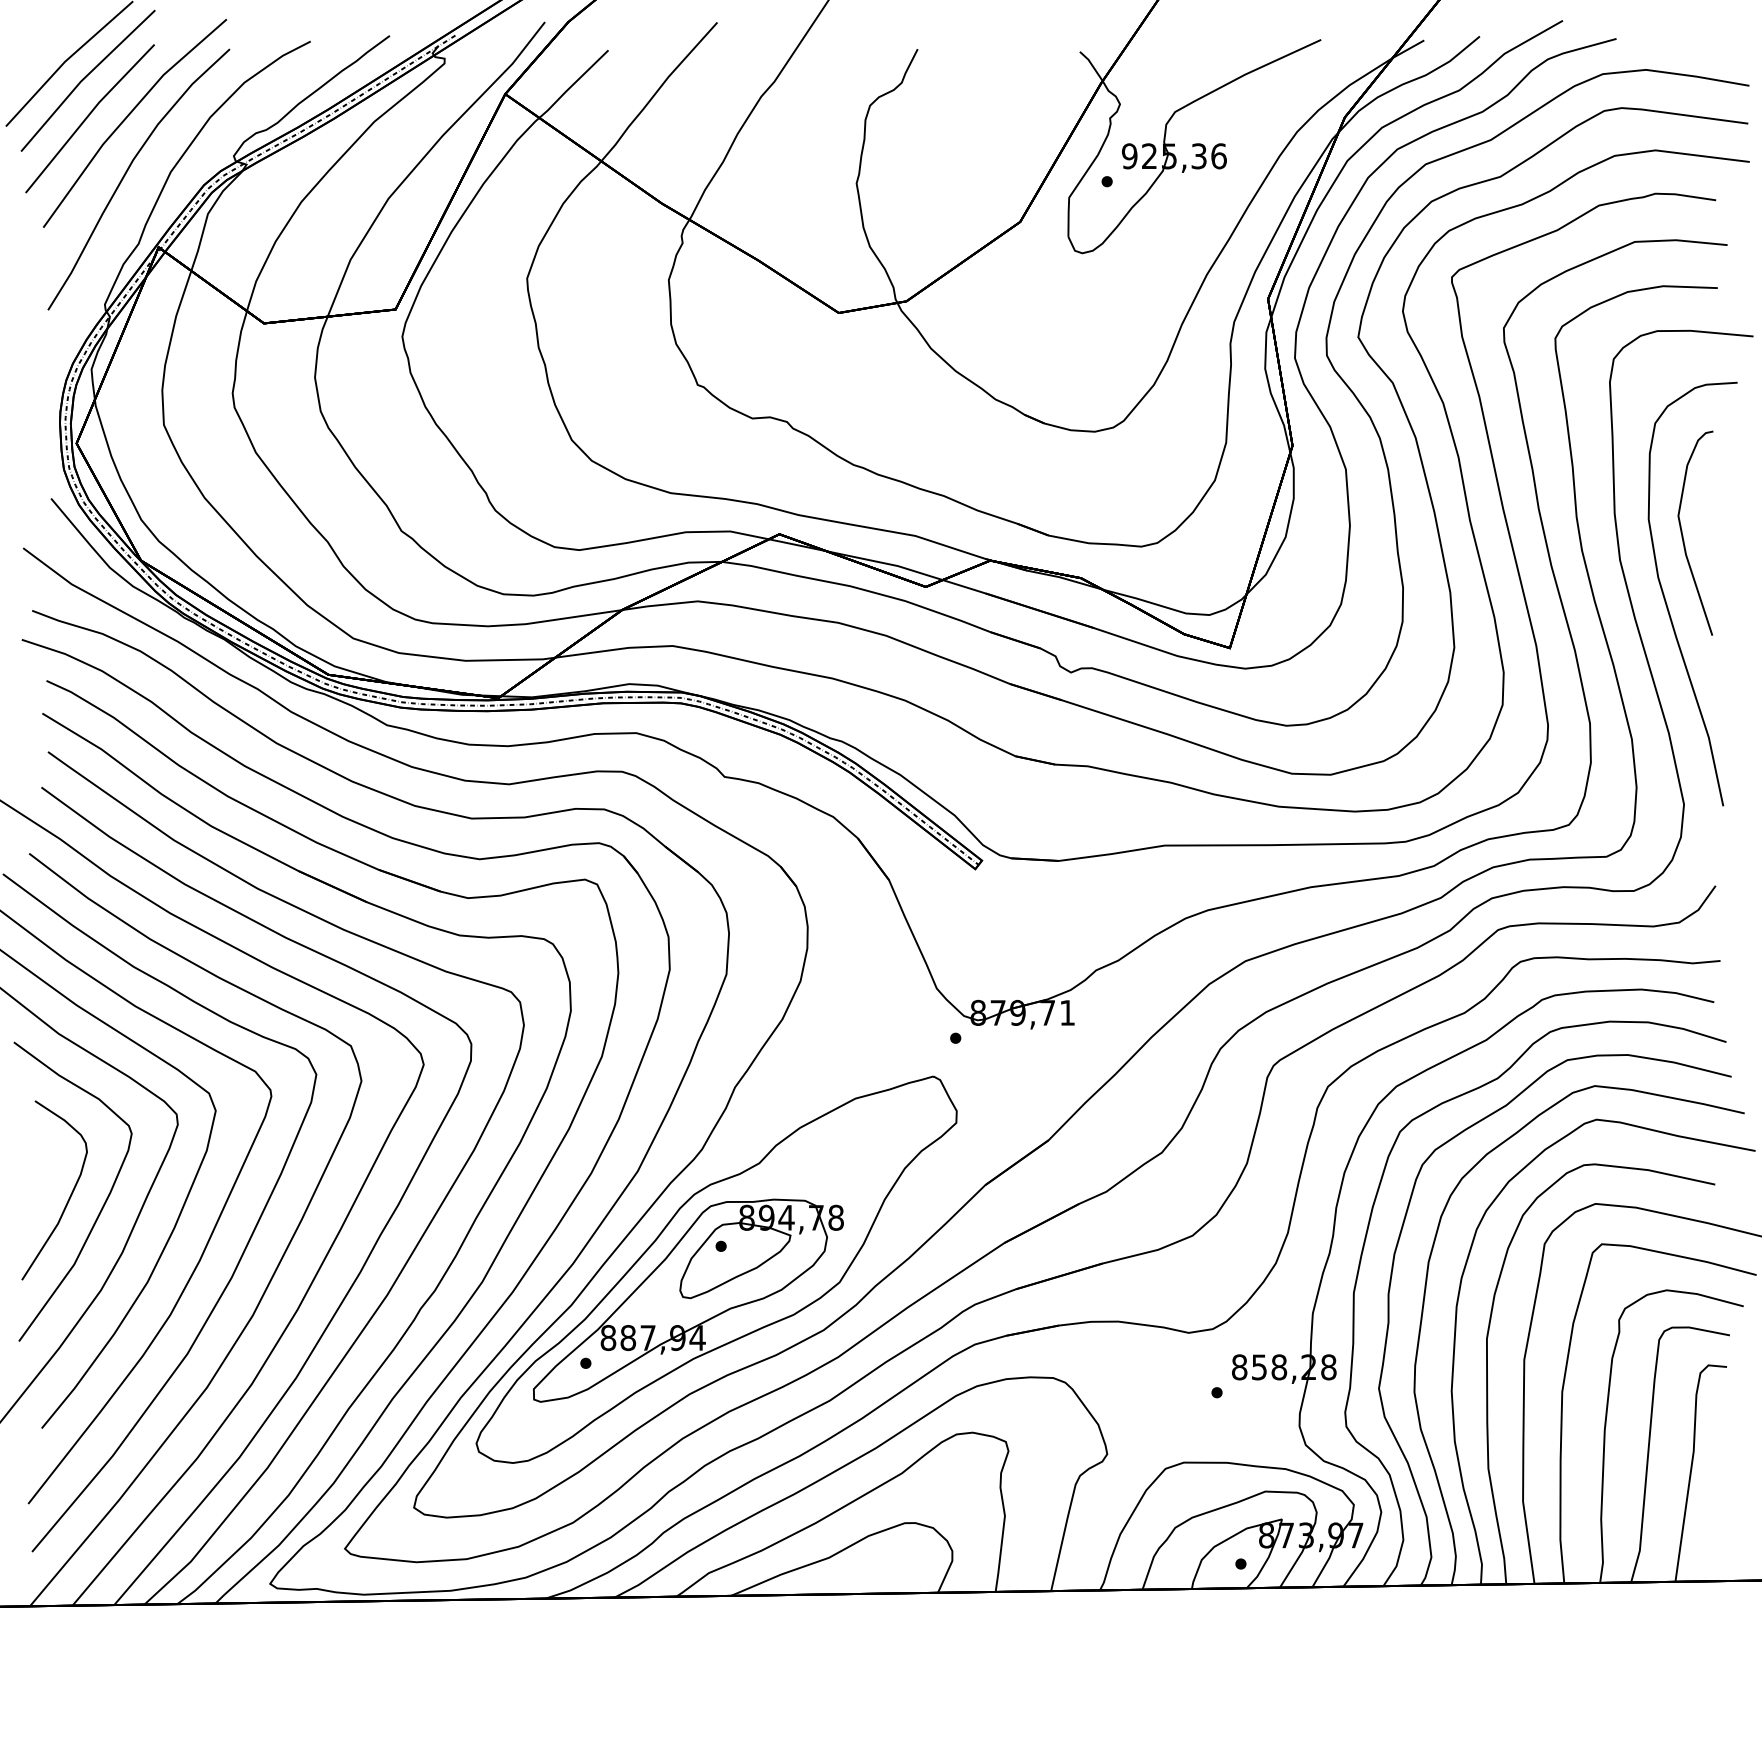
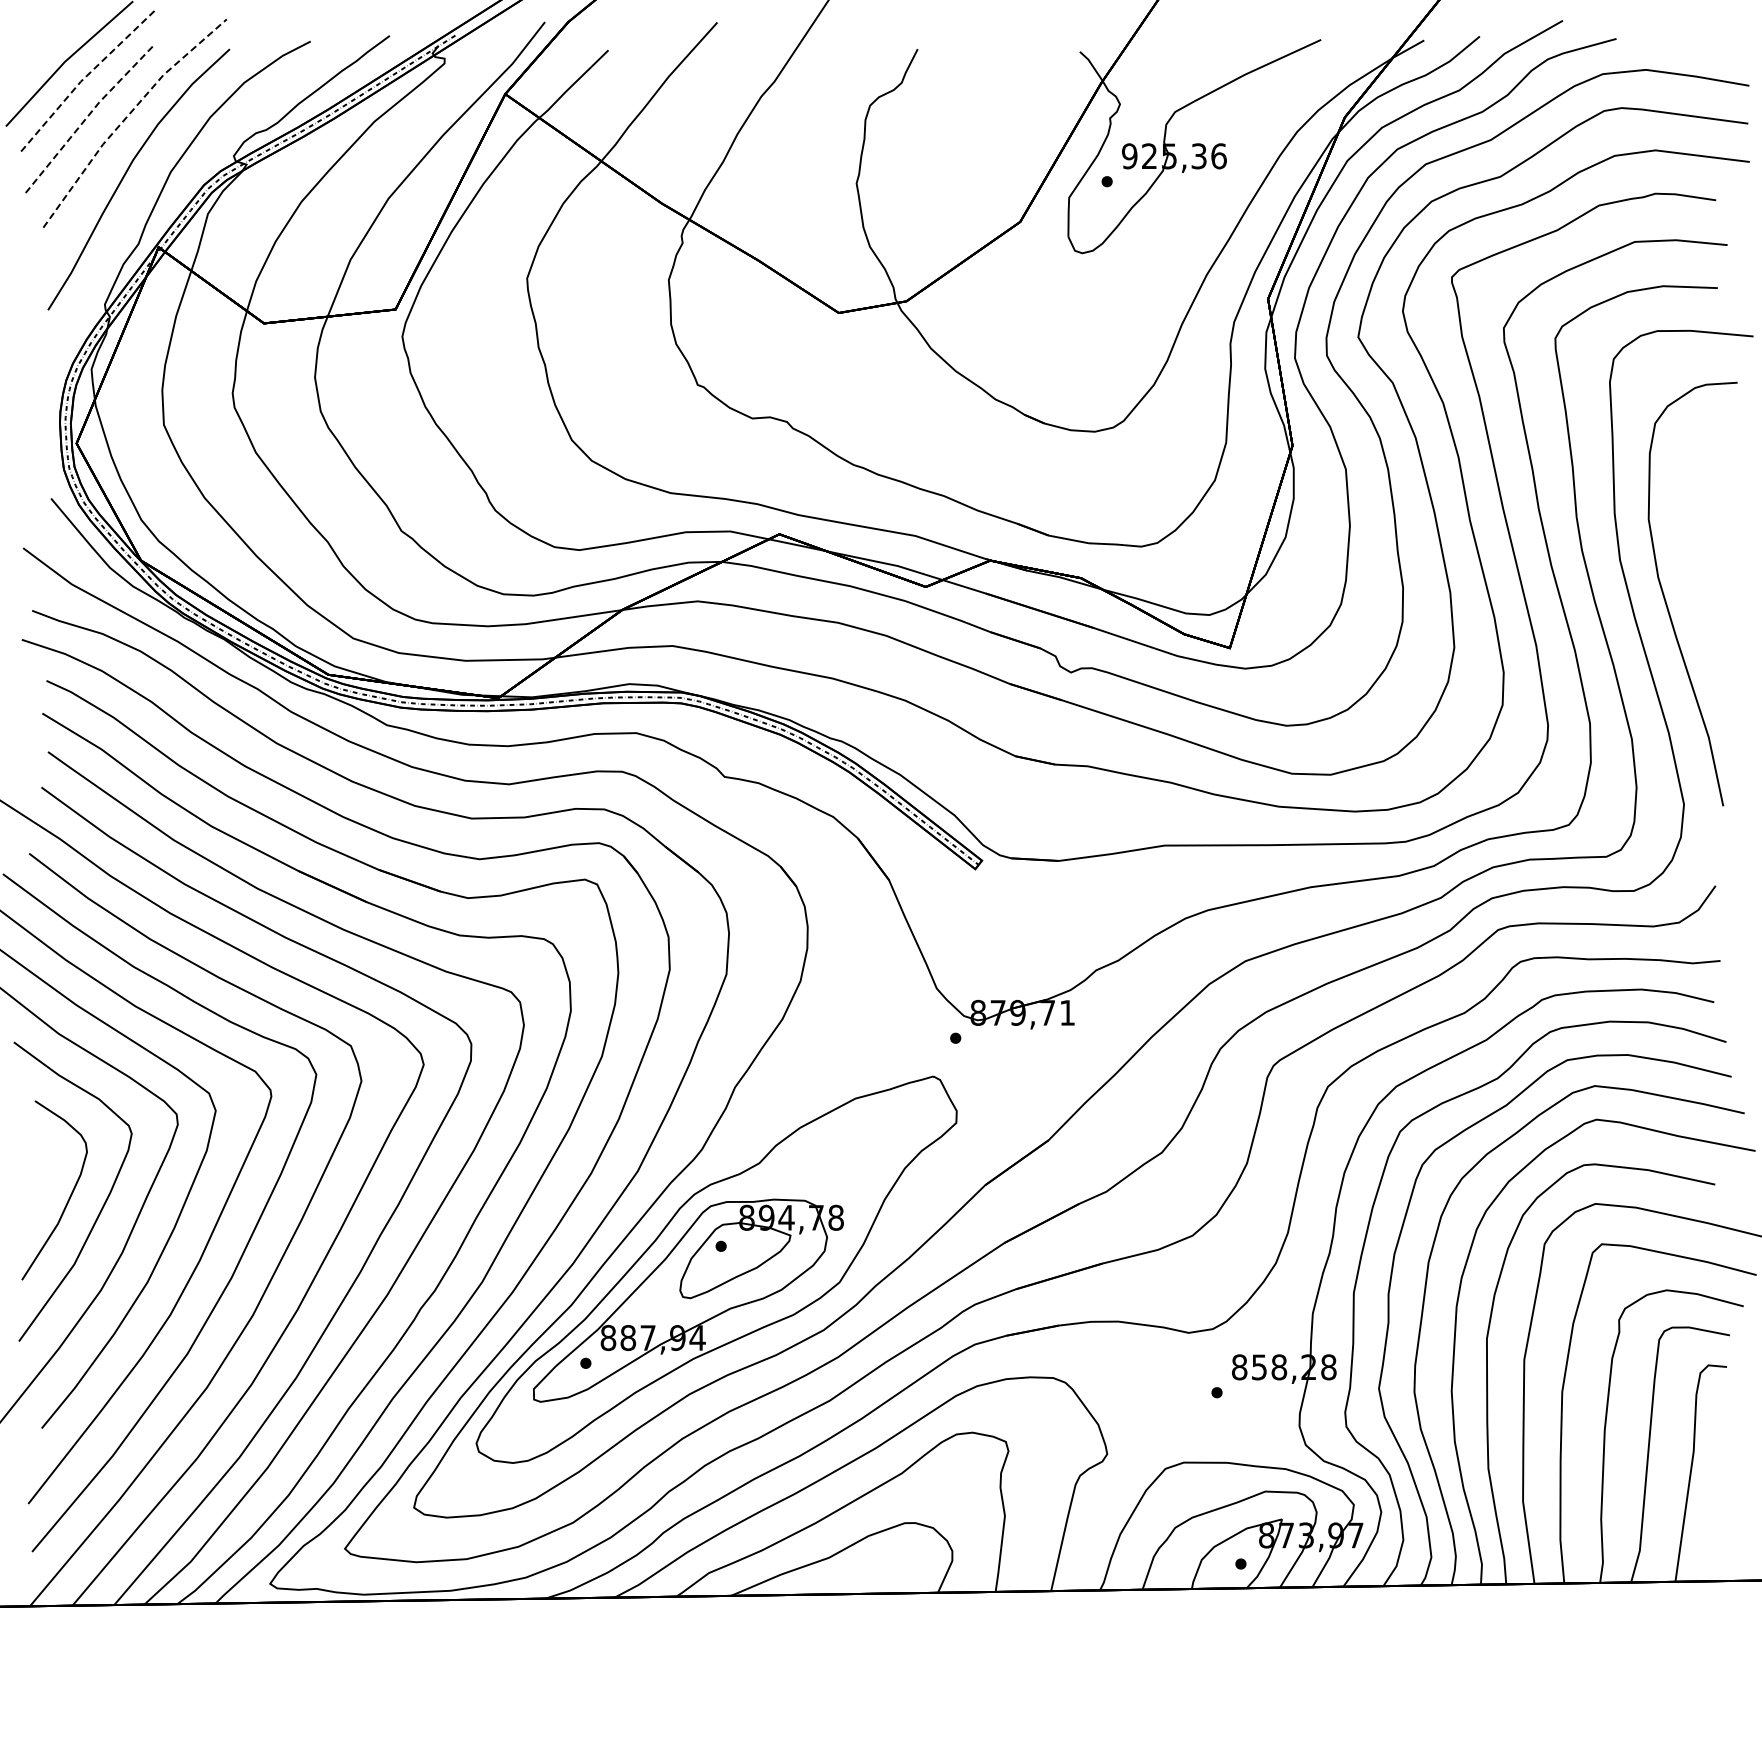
line at (85, 77): solid -> dashed
line at (88, 115): solid -> dashed
line at (127, 116): solid -> dashed
curve at (1683, 535): present -> none
